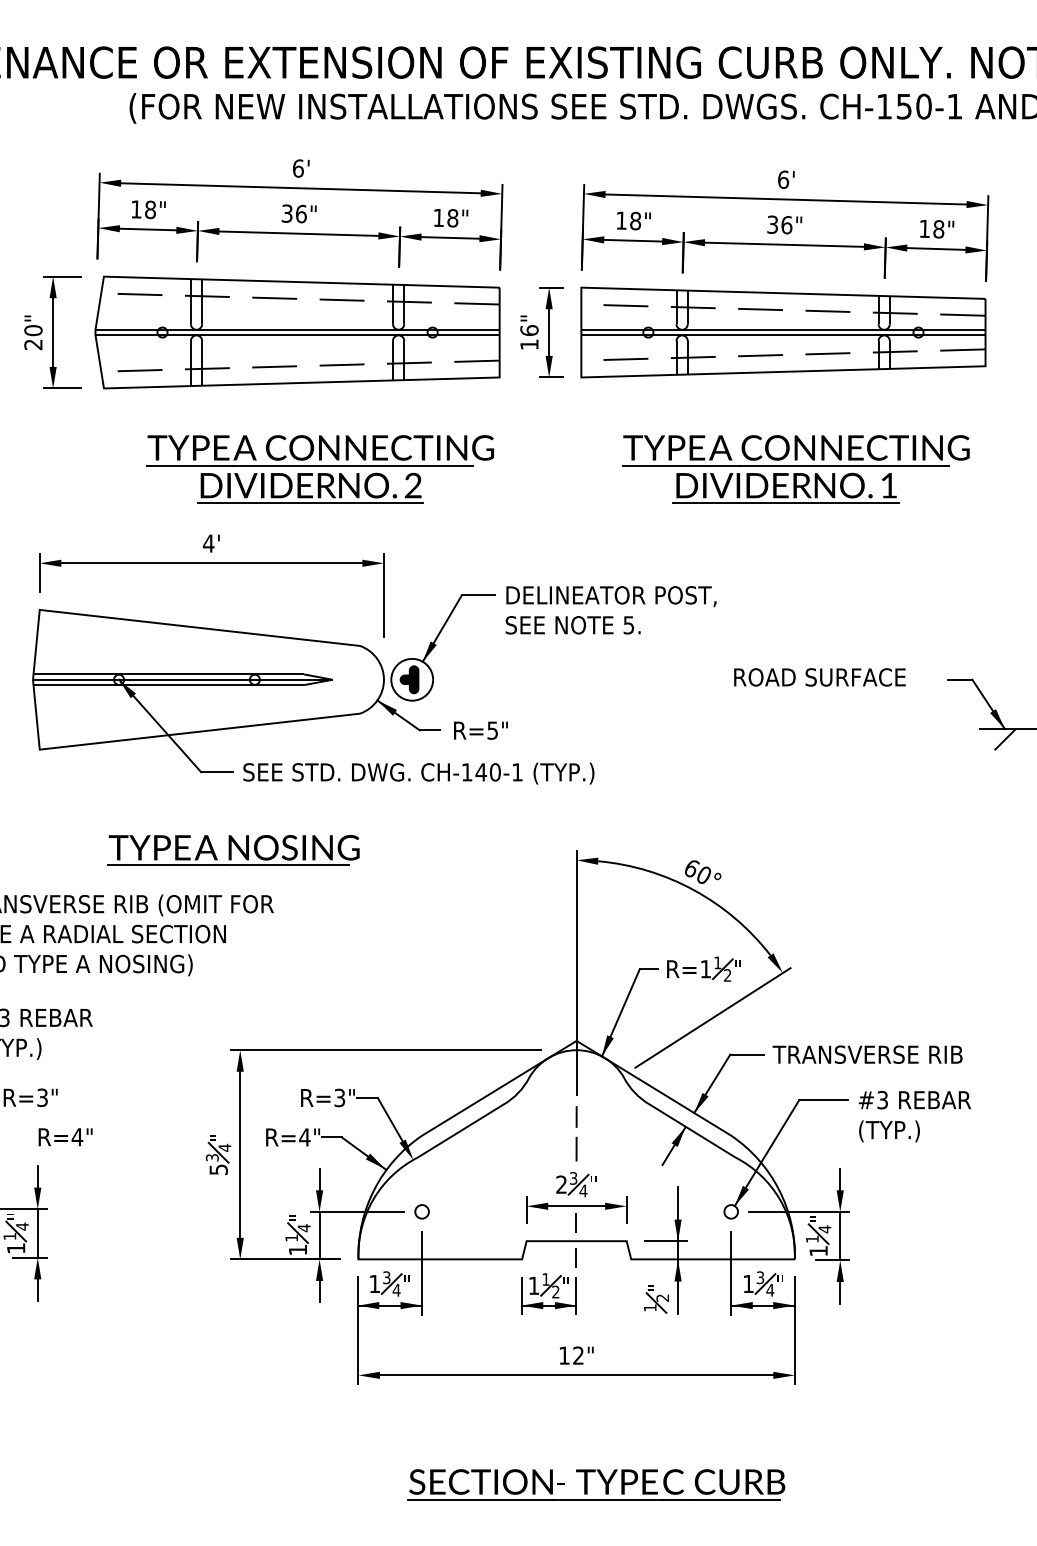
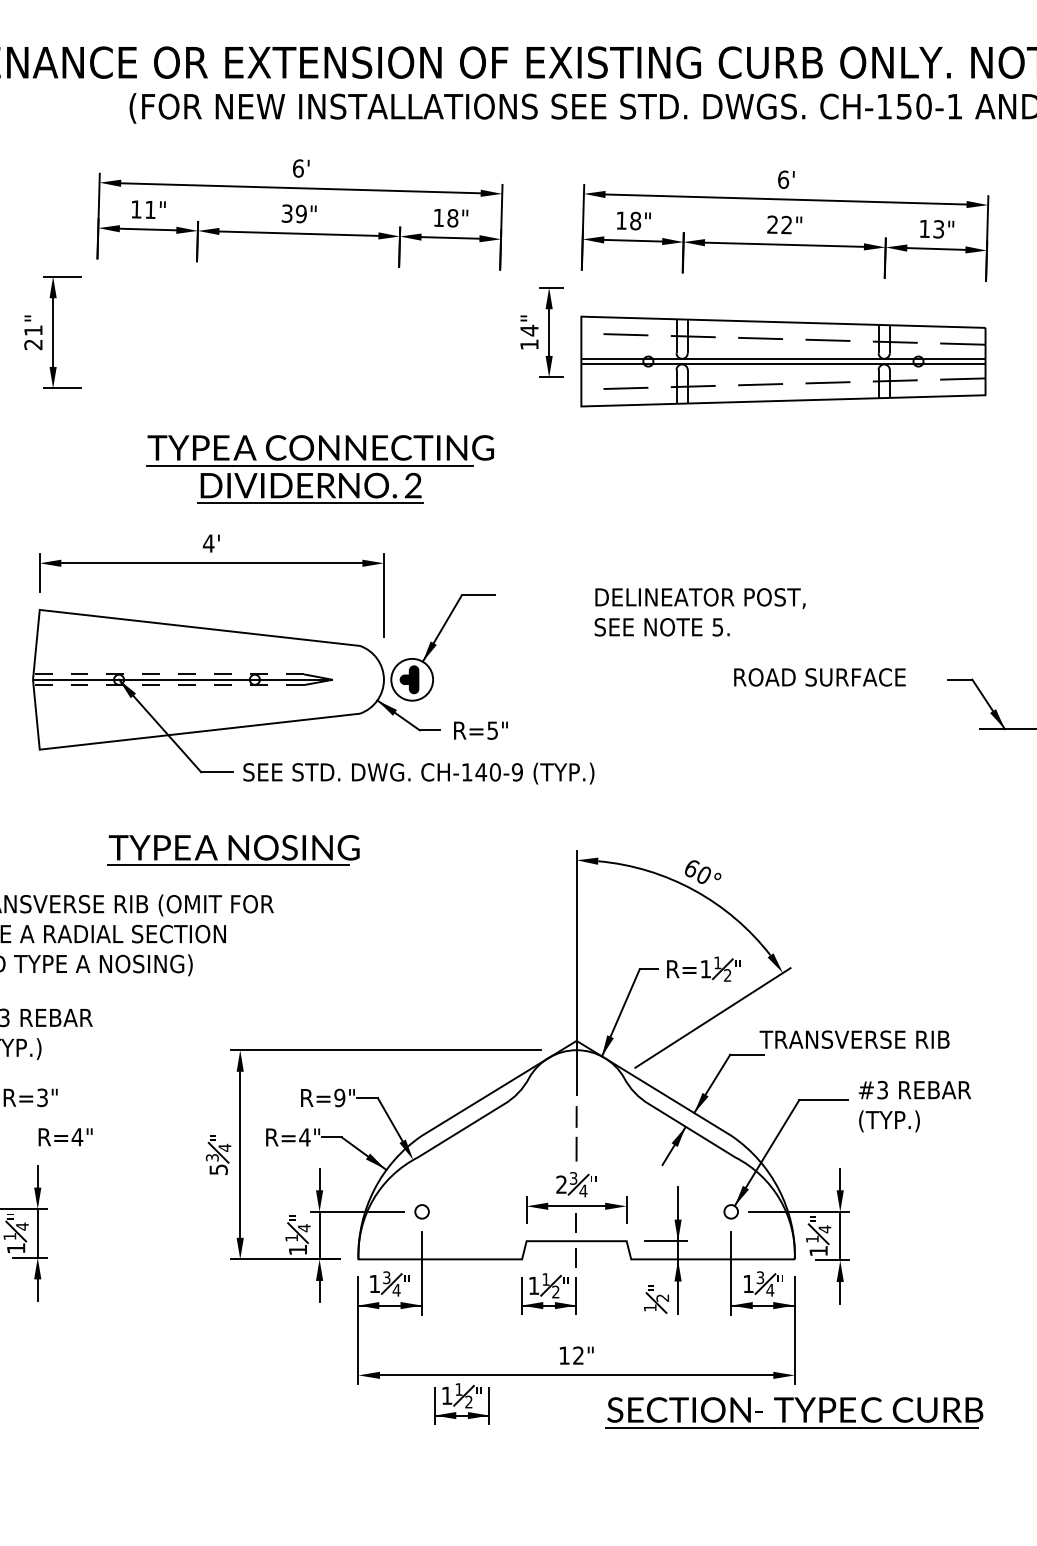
text at (150, 209): 18" -> 11"
text at (300, 213): 36" -> 39"
text at (779, 224): 36" -> 22"
text at (938, 229): 18" -> 13"
text at (33, 330): 20" -> 21"
text at (529, 330): 16" -> 14"
part at (297, 332): present -> none
part at (783, 332) position: (783, 332) -> (783, 361)
part at (795, 469): present -> none
text at (610, 610) position: (610, 610) -> (699, 612)
line at (168, 674): solid -> dashed
line at (168, 685): solid -> dashed
line at (1005, 739): present -> none
text at (517, 772): CH-140-1 -> CH-140-9
text at (867, 1054) position: (867, 1054) -> (854, 1039)
text at (339, 1097): R=3" -> R=9"
text at (914, 1116) position: (914, 1116) -> (914, 1106)
part at (461, 1403): none -> present
part at (603, 1481) position: (603, 1481) -> (801, 1409)
